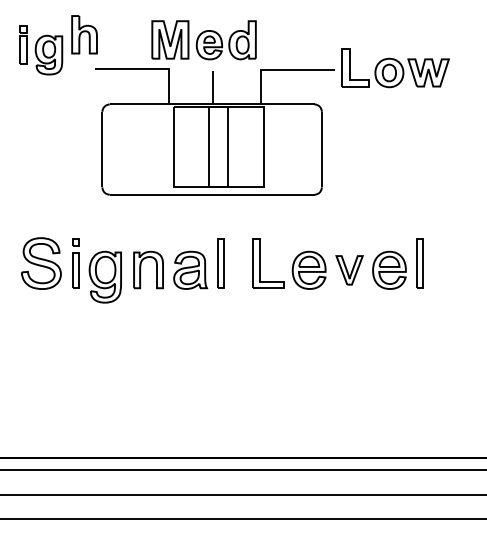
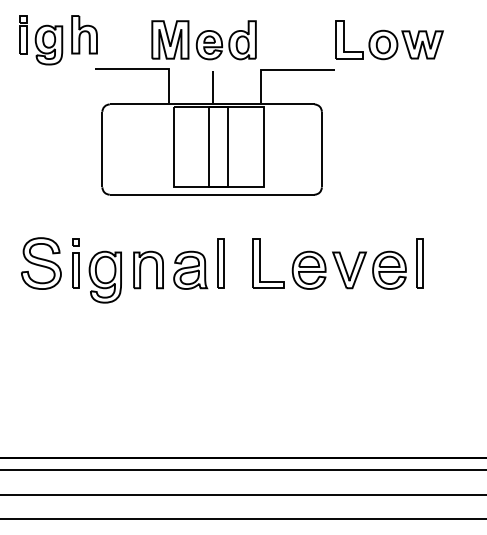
part at (41, 50) position: (41, 50) -> (41, 40)
part at (395, 68) position: (395, 68) -> (389, 40)
part at (349, 270) size: 29x31 px -> 36x39 px
